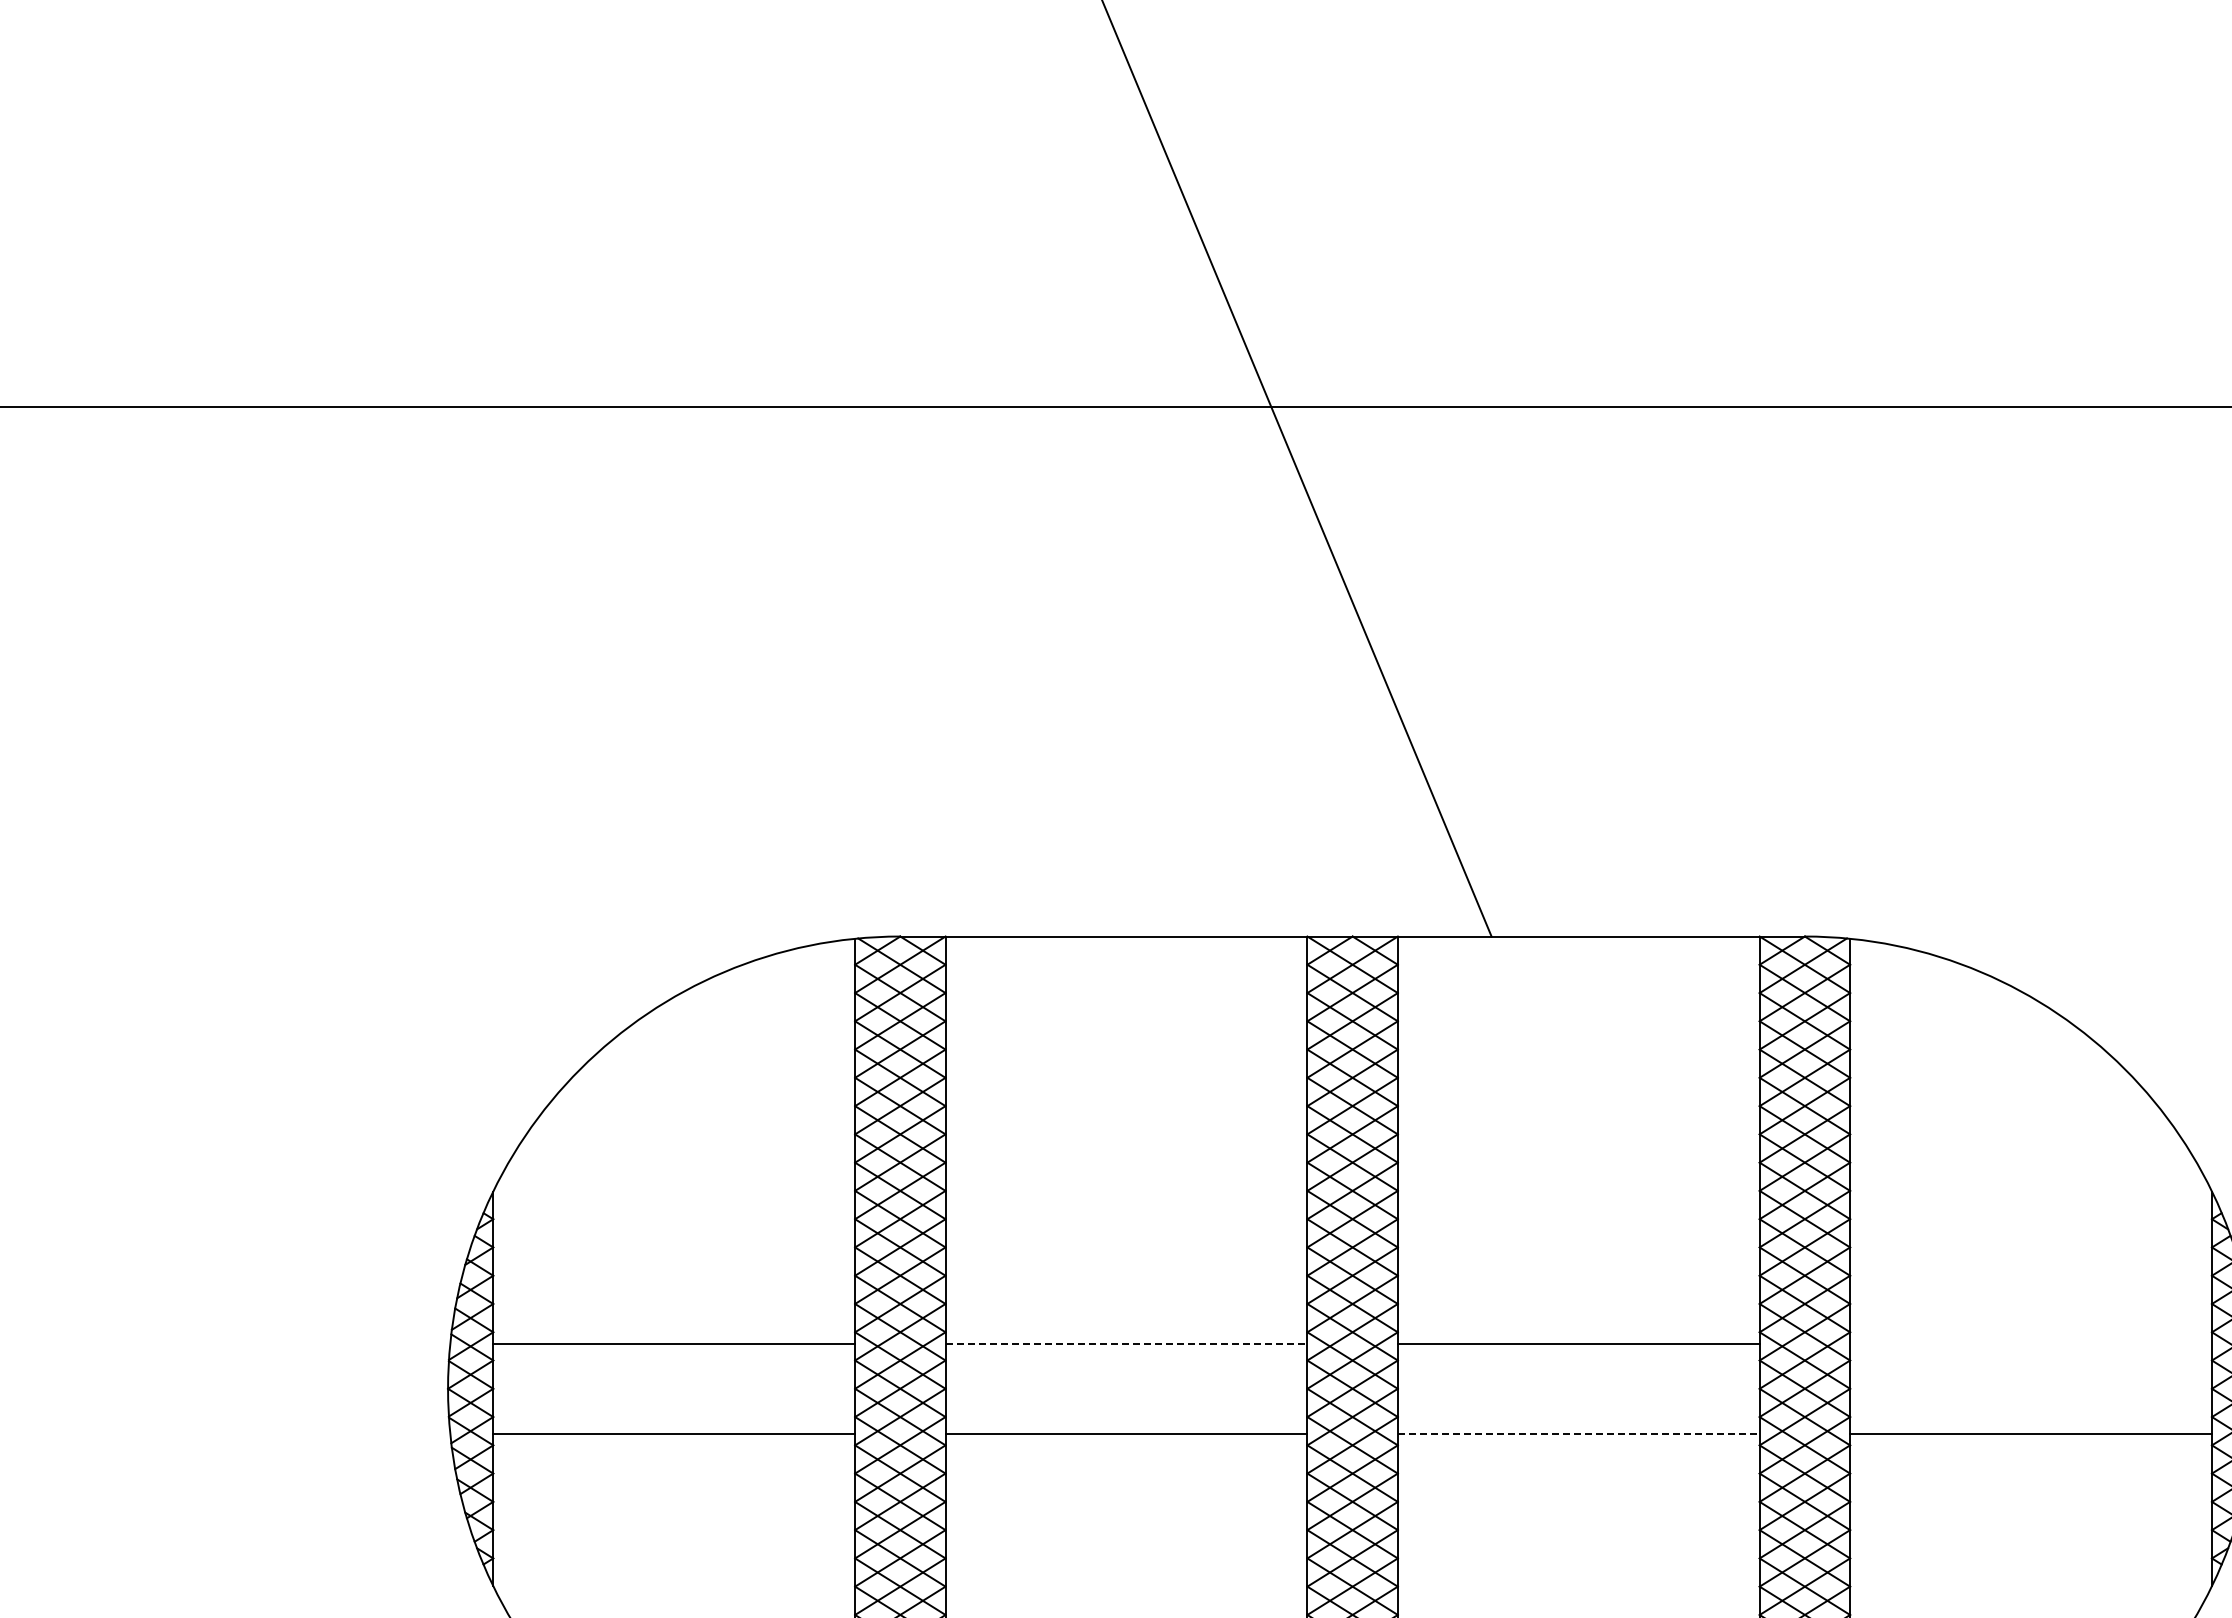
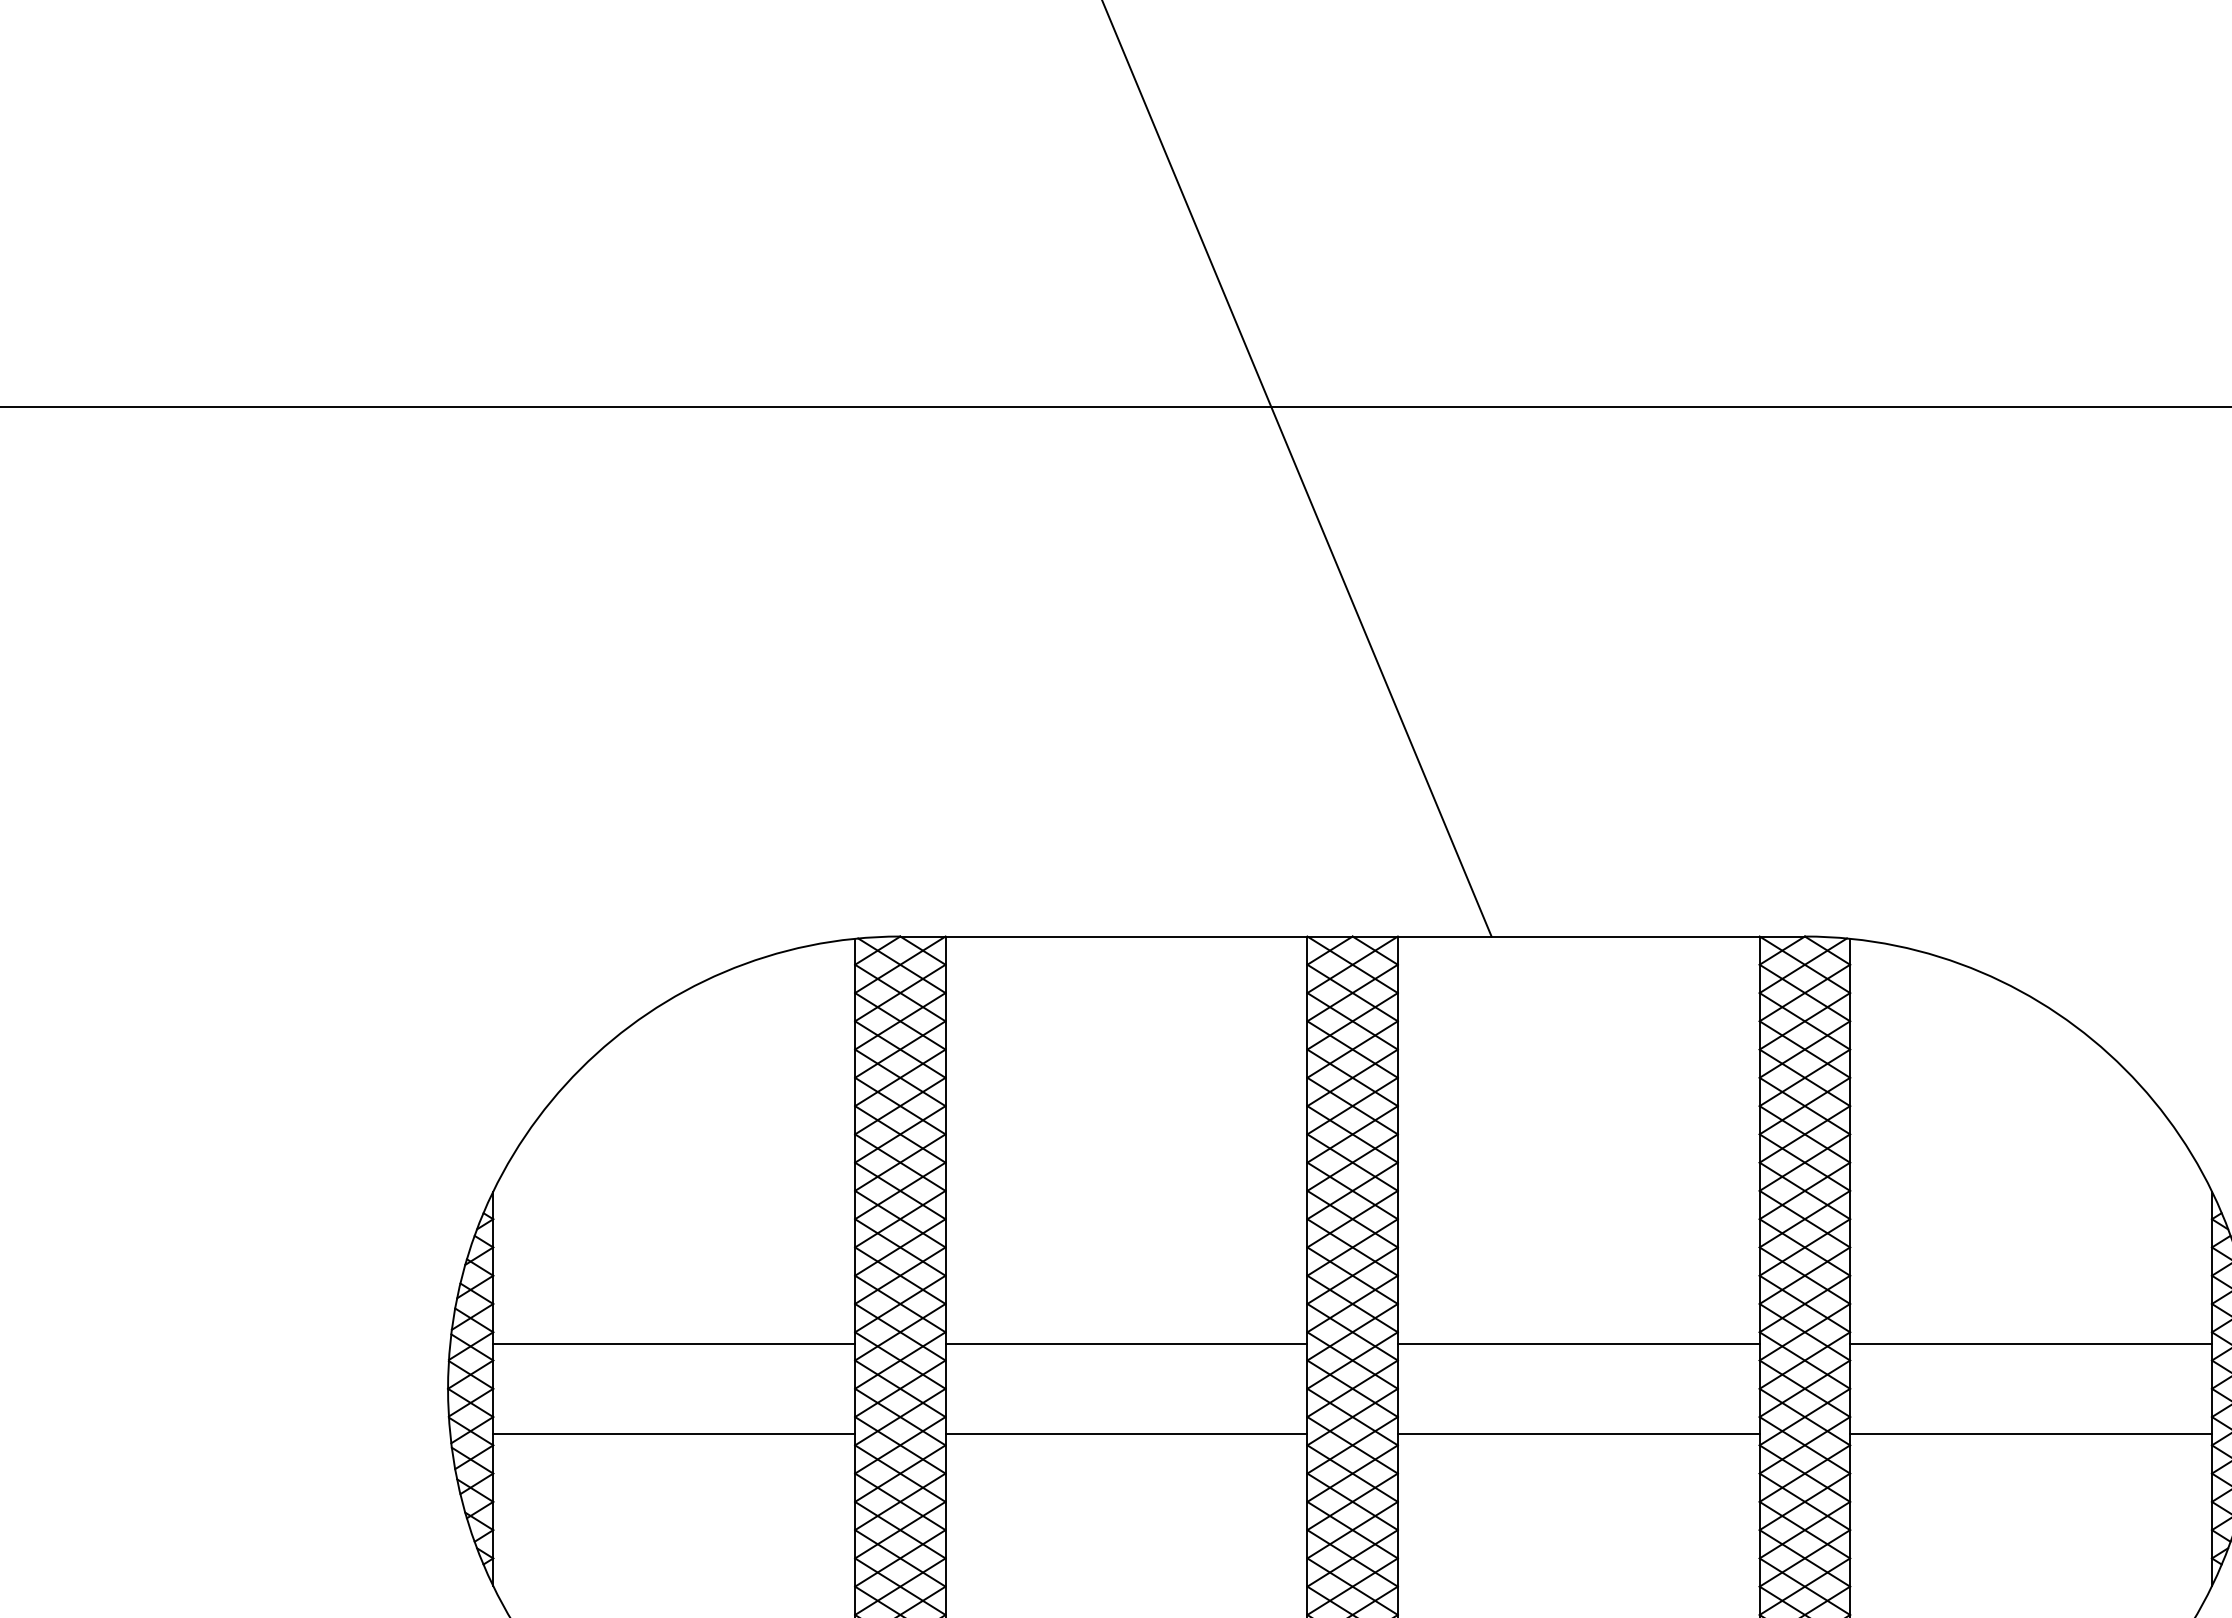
line at (1126, 1343): dashed -> solid
line at (2030, 1343): none -> present
line at (1578, 1434): dashed -> solid
